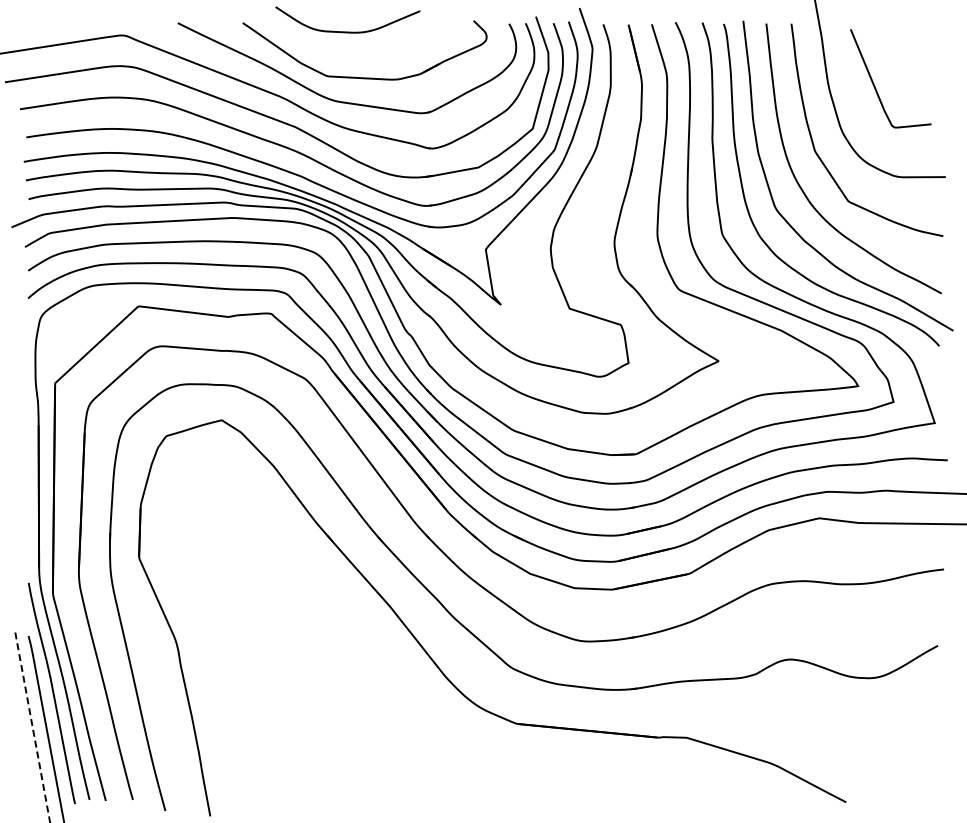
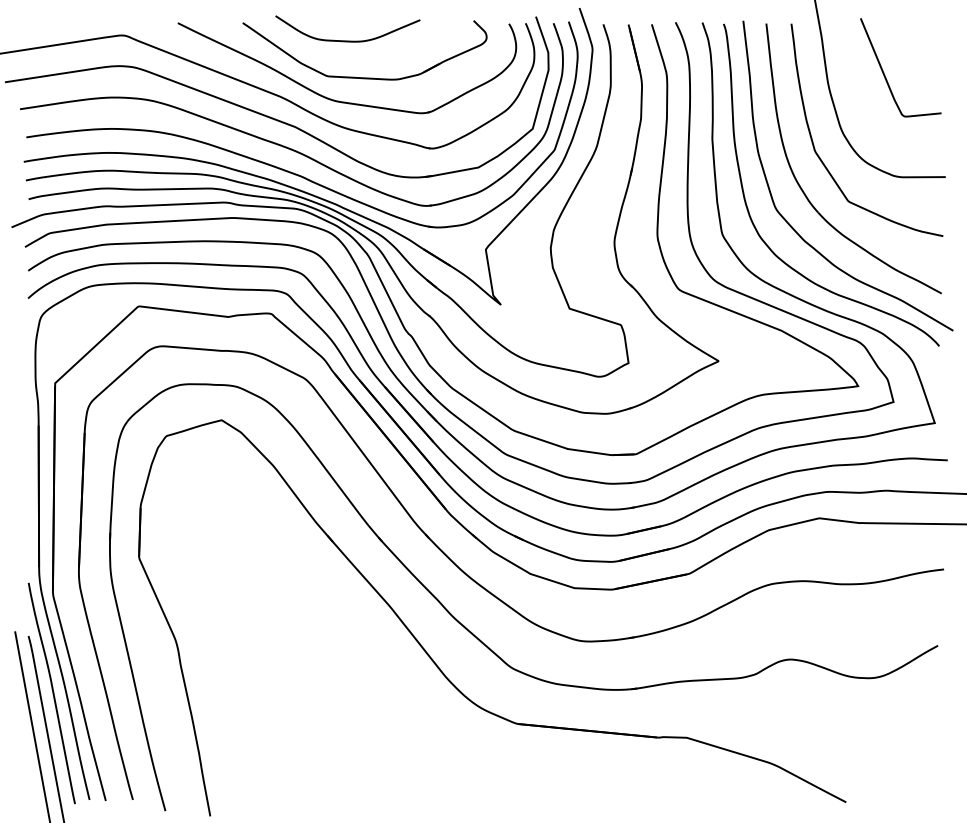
curve at (347, 31) position: (347, 31) -> (347, 40)
curve at (874, 83) position: (874, 83) -> (884, 72)
line at (32, 726): dashed -> solid
